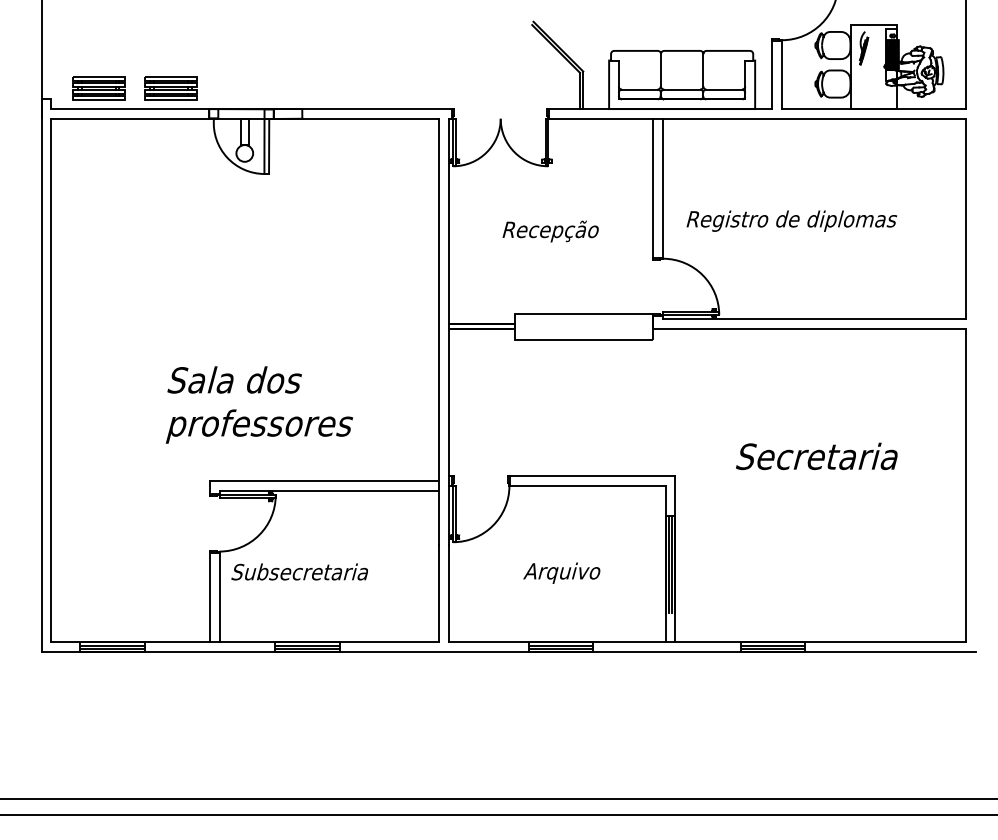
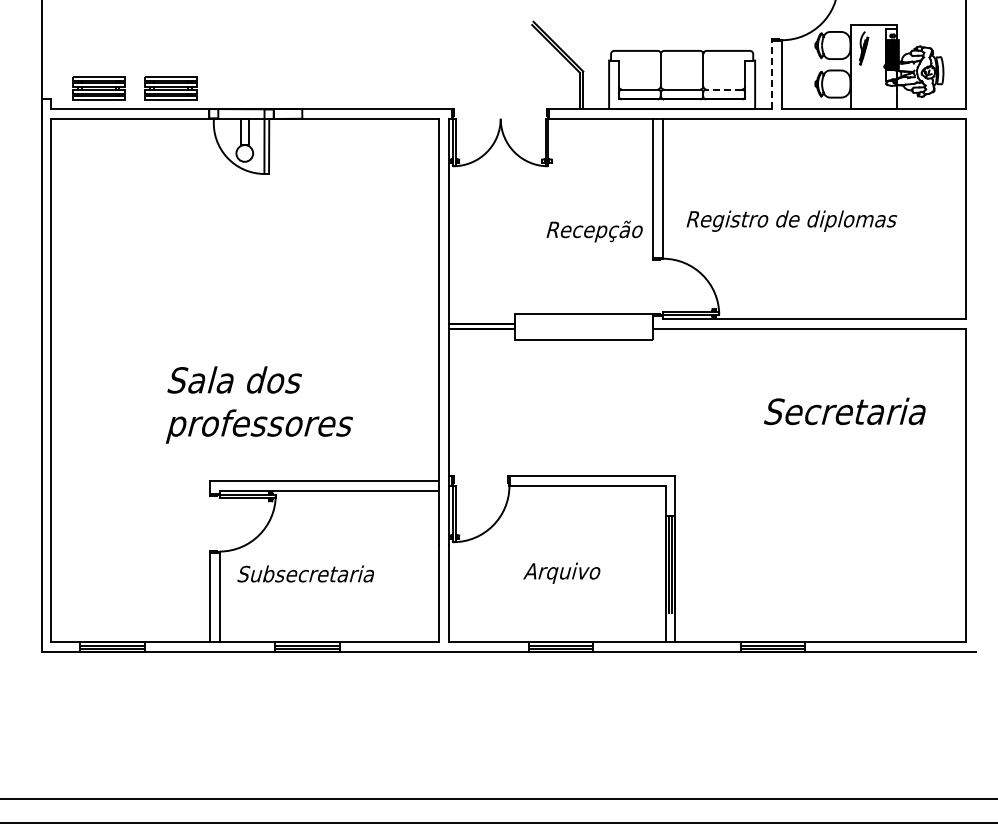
line at (772, 75): solid -> dashed
line at (724, 89): solid -> dashed
text at (550, 231) position: (550, 231) -> (594, 231)
text at (816, 456) position: (816, 456) -> (844, 411)
text at (299, 571) position: (299, 571) -> (305, 573)
line at (498, 814) position: (498, 814) -> (498, 822)
